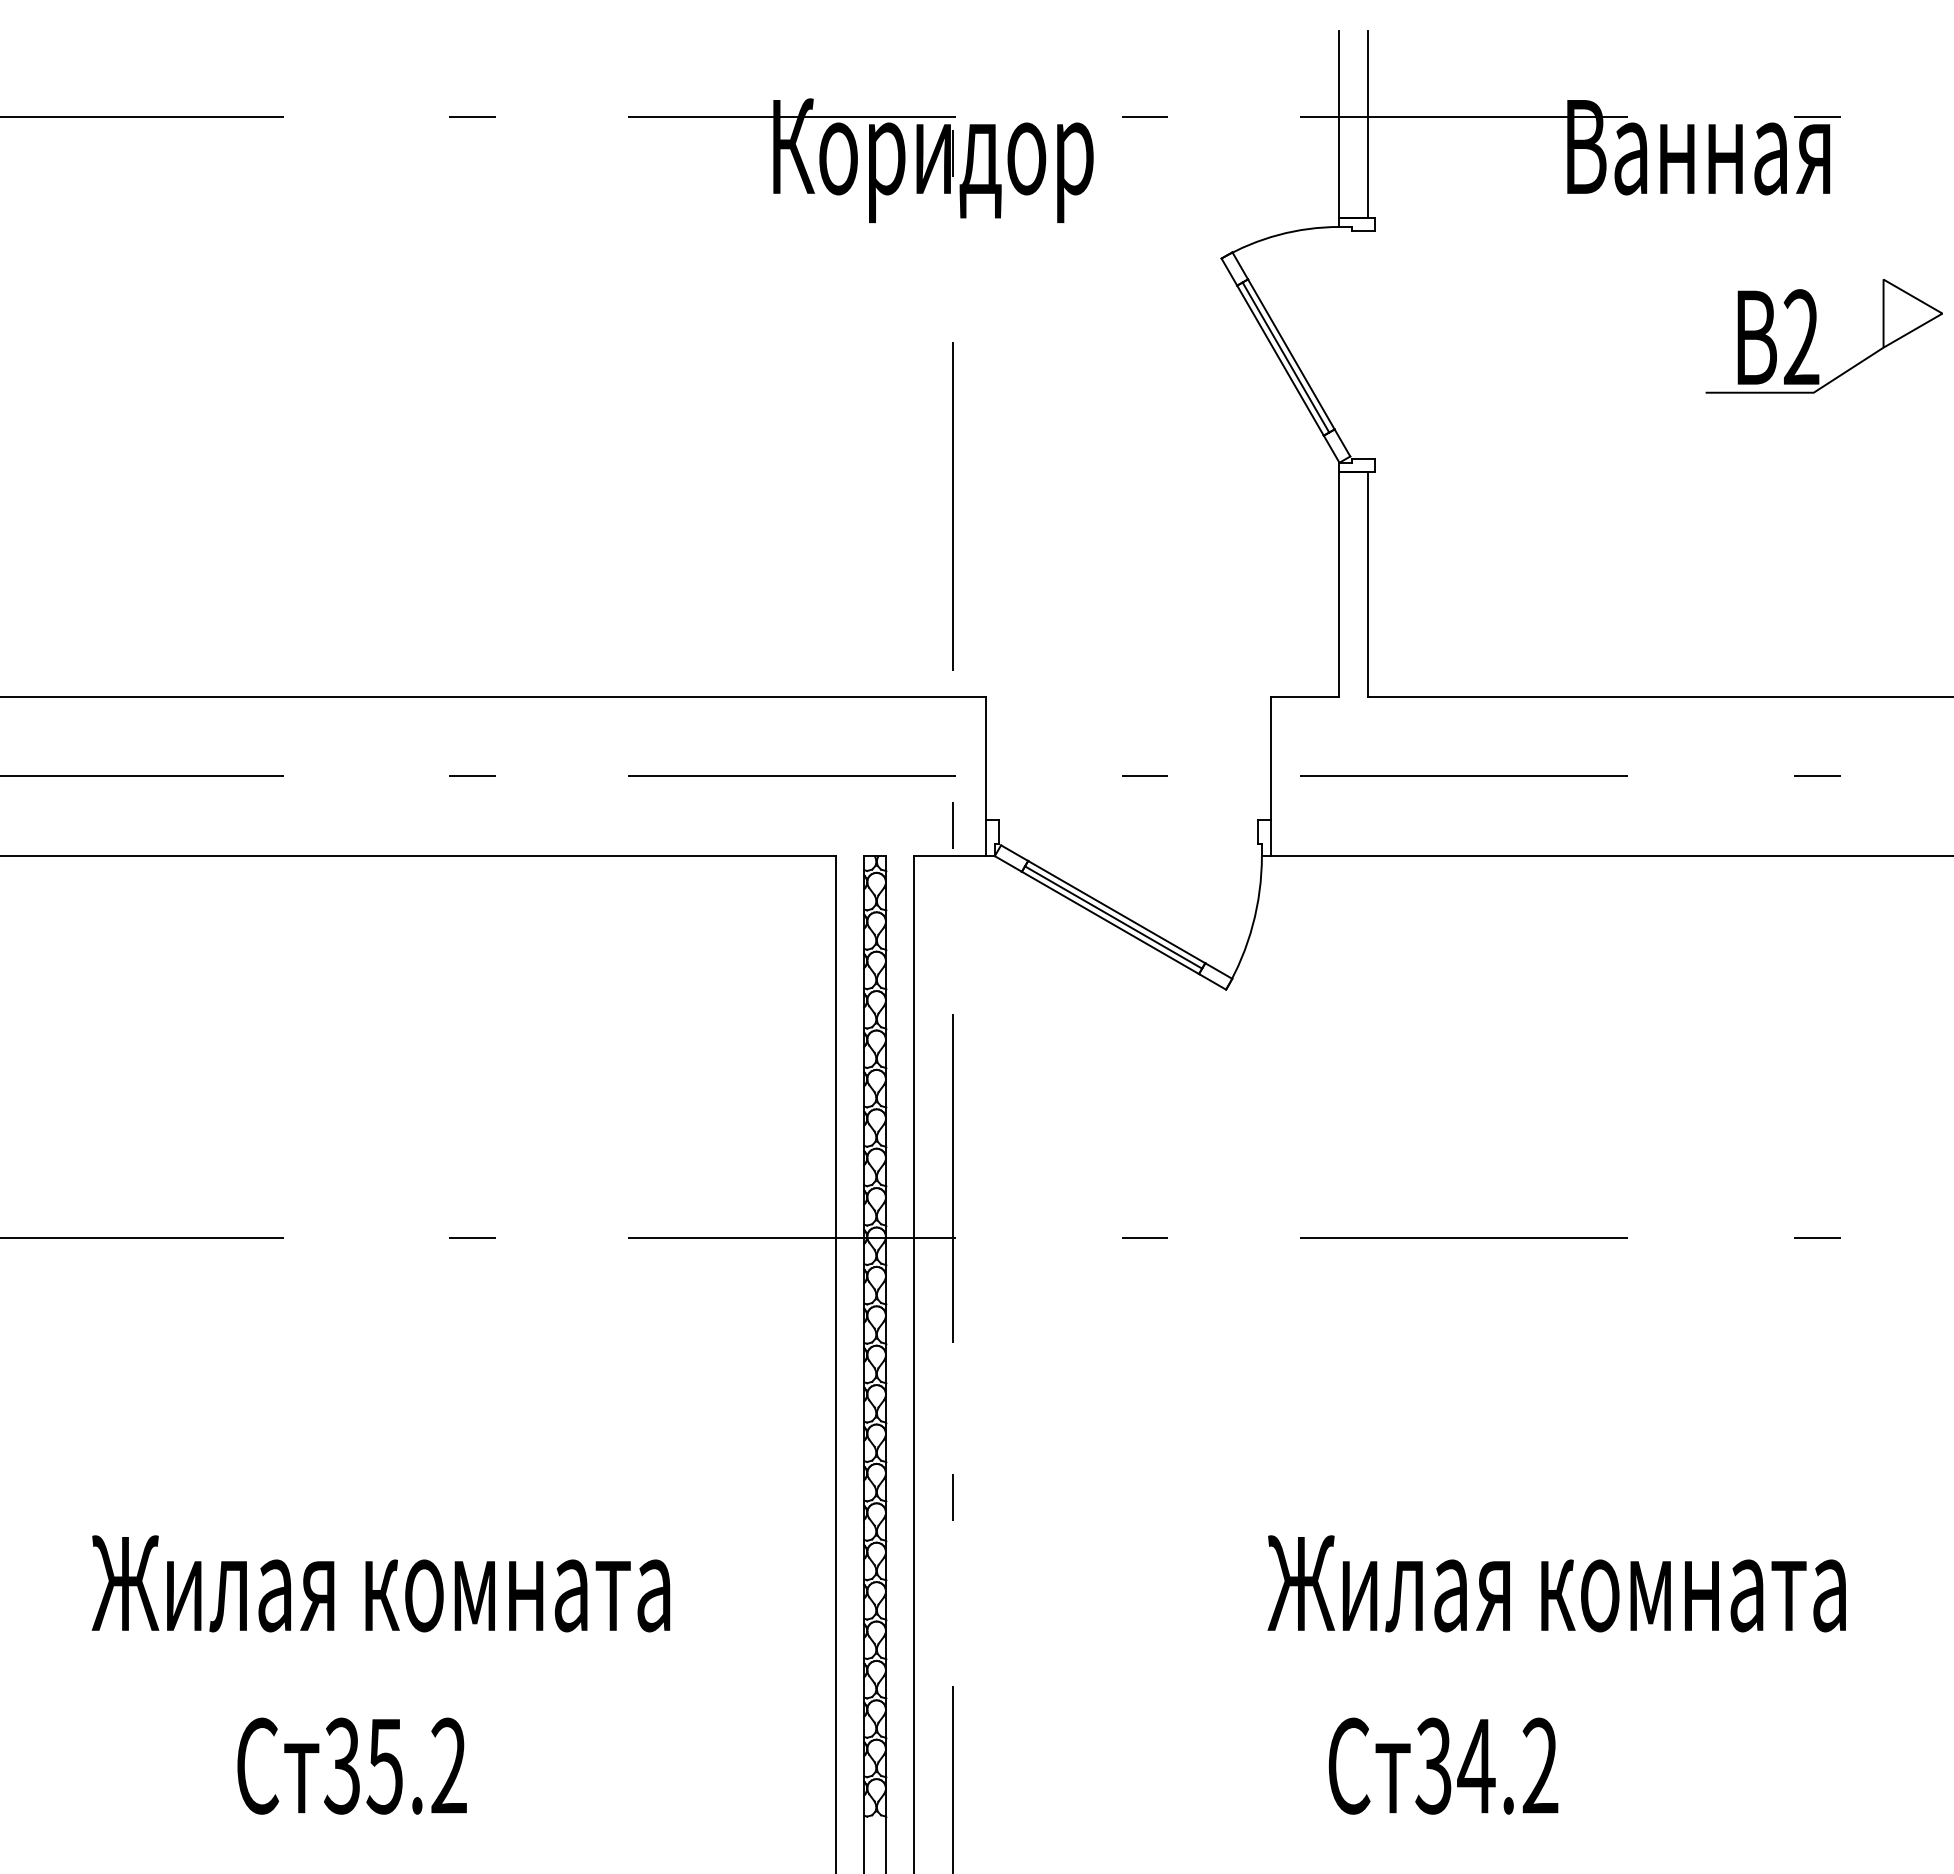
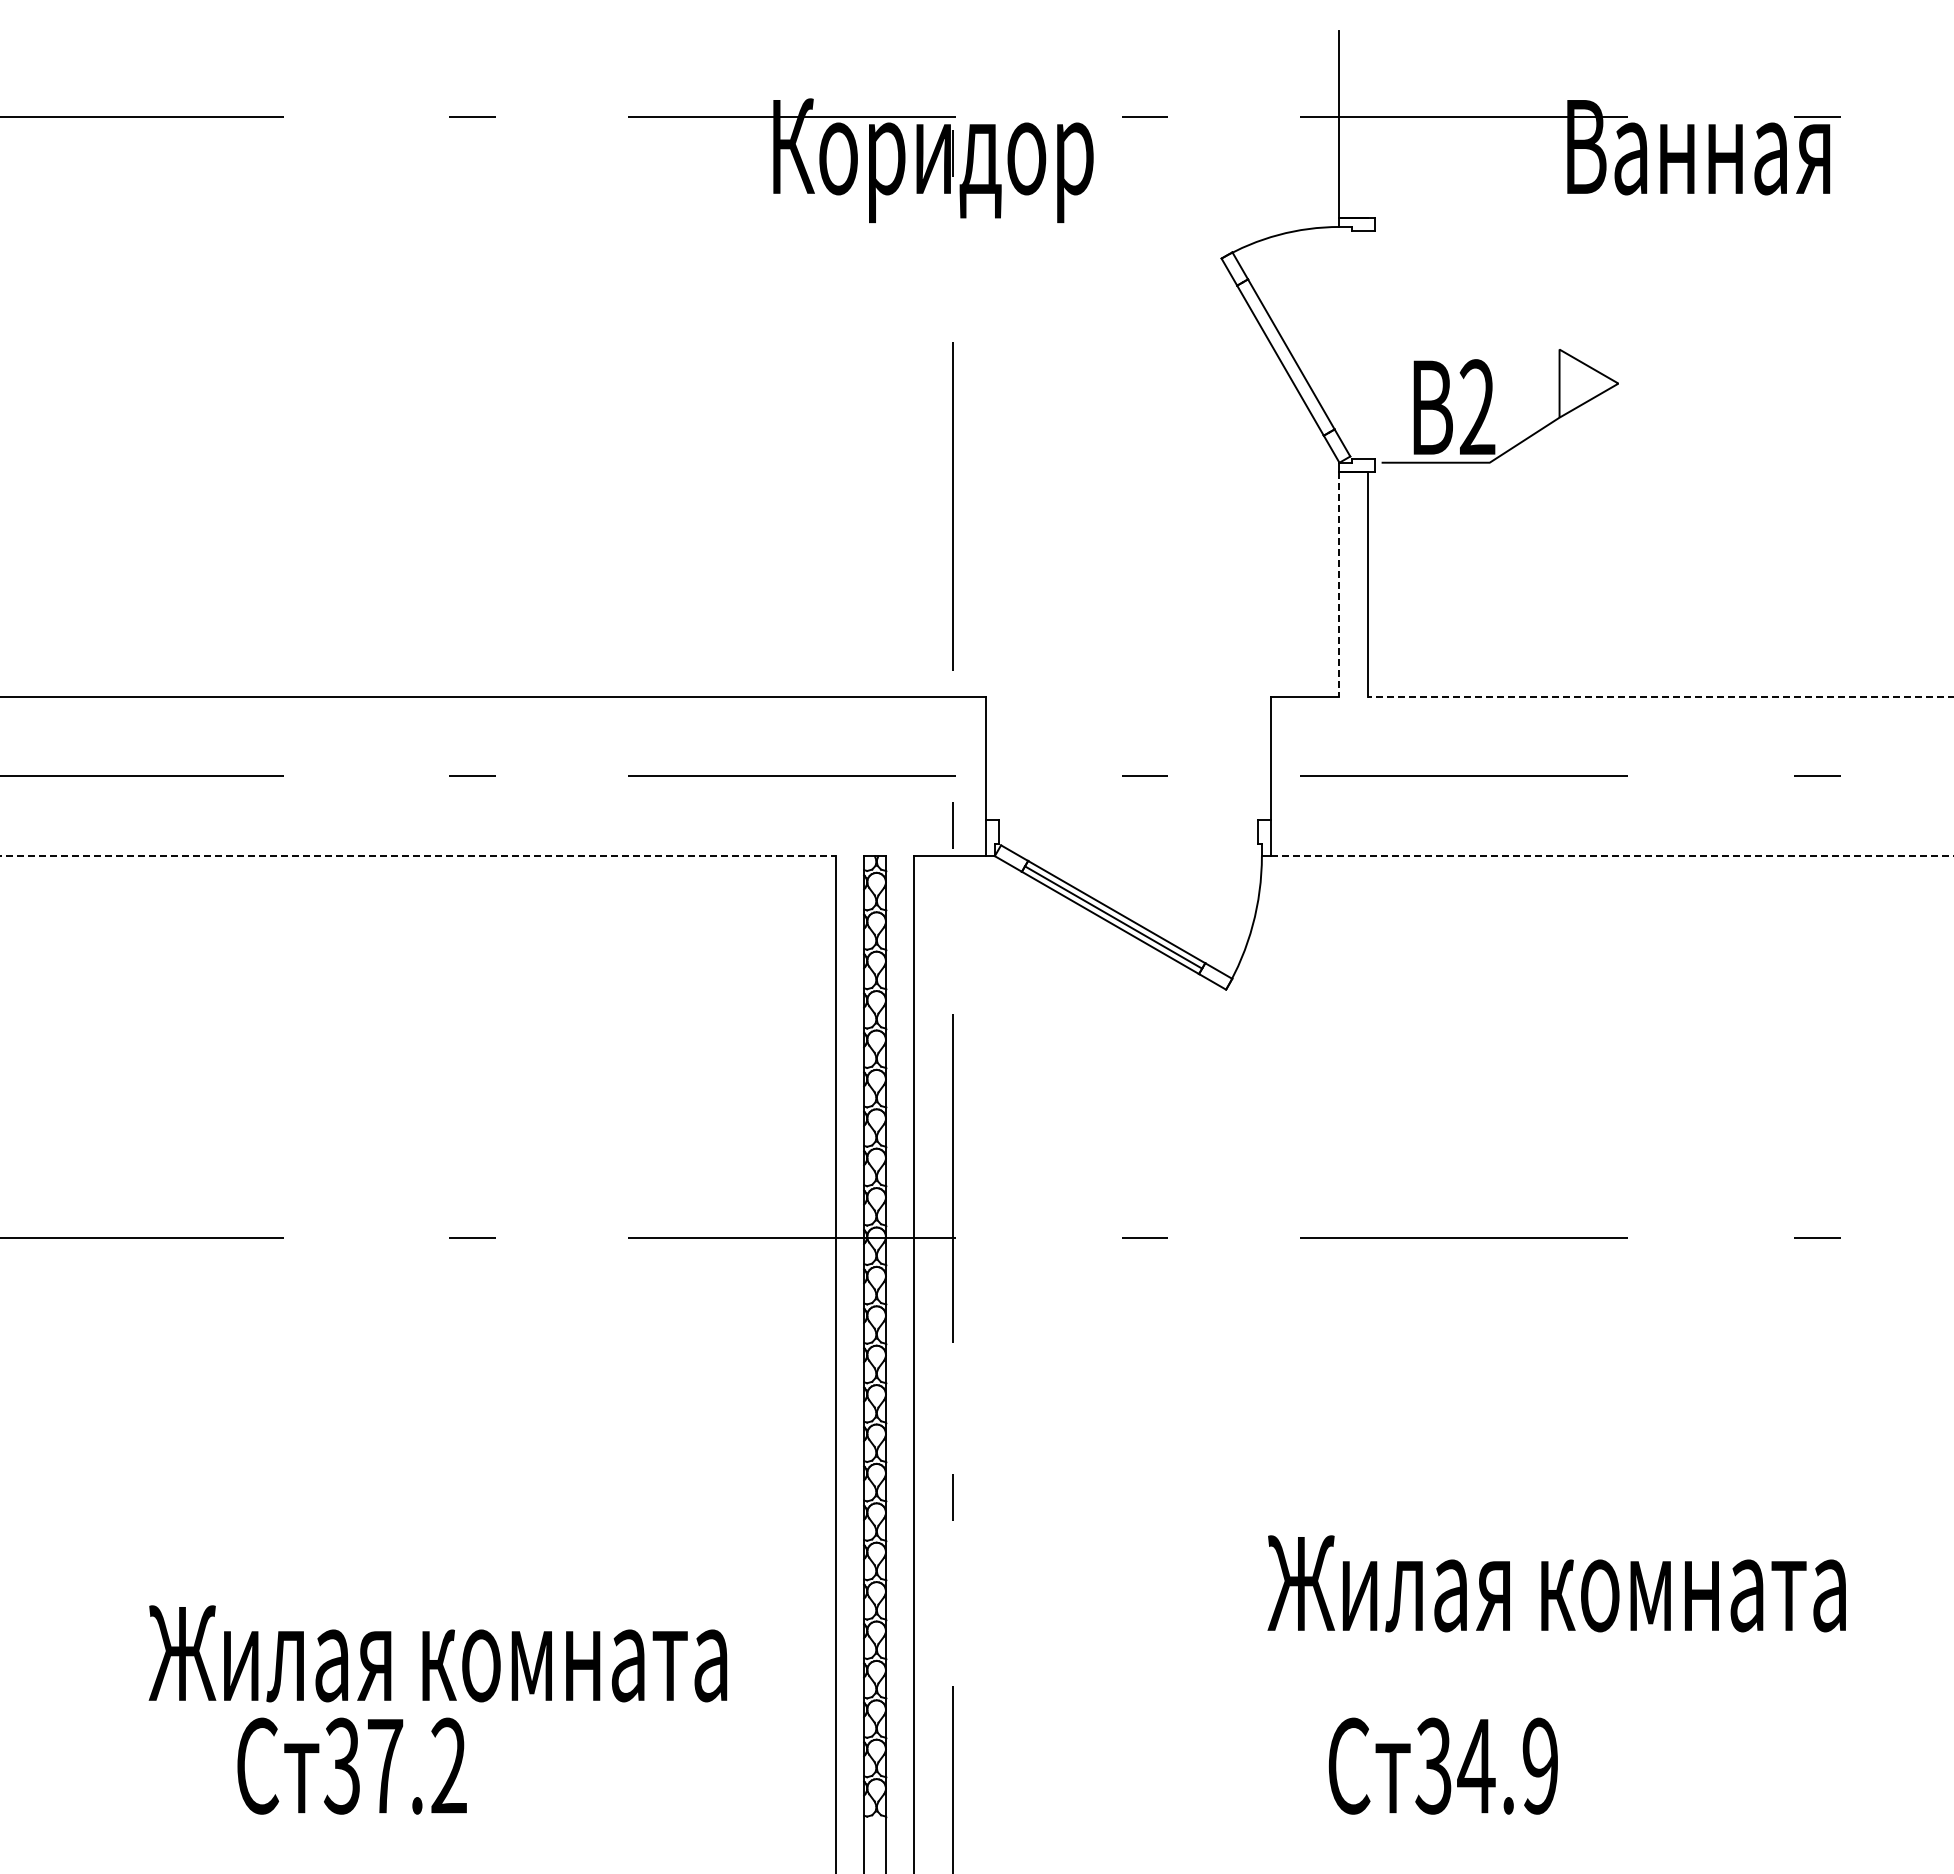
line at (1367, 124): present -> none
part at (1814, 334) position: (1814, 334) -> (1490, 404)
line at (1285, 357): present -> none
line at (1339, 584): solid -> dashed
line at (1660, 696): solid -> dashed
line at (418, 856): solid -> dashed
line at (1612, 856): solid -> dashed
text at (380, 1583) position: (380, 1583) -> (437, 1653)
text at (384, 1766): 35.2 -> 37.2
text at (1540, 1766): 34.2 -> 34.9
